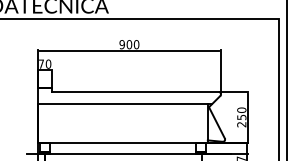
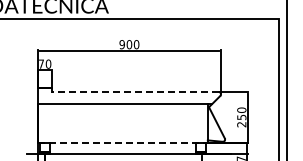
line at (135, 92): solid -> dashed
line at (123, 142): solid -> dashed
